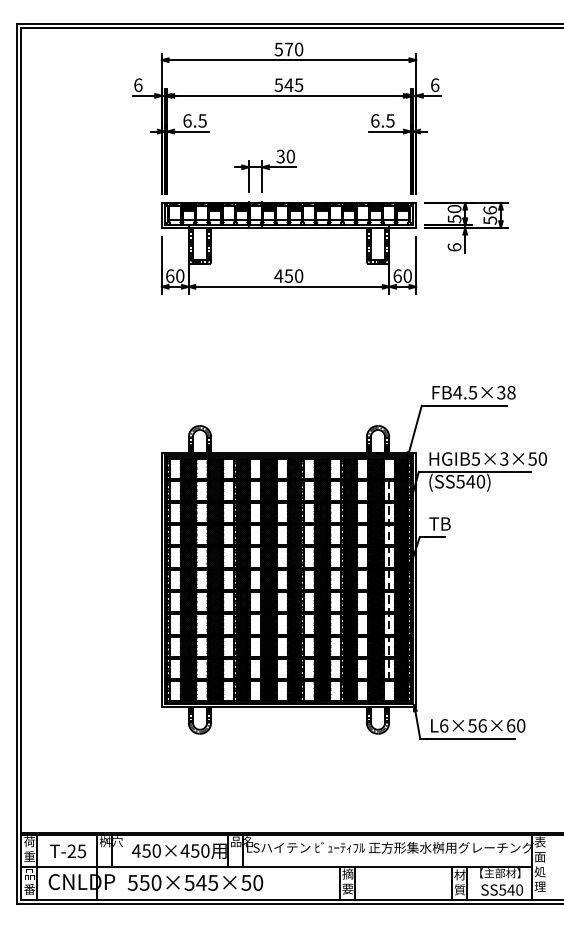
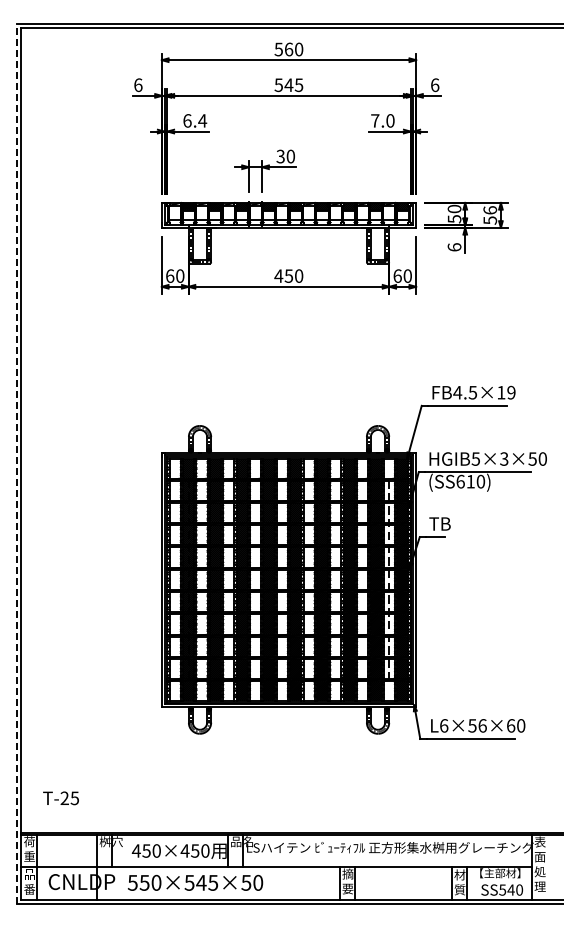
text at (288, 49): 570 -> 560
text at (202, 120): 6.5 -> 6.4
text at (382, 120): 6.5 -> 7.0
text at (506, 392): FB4.5×38 -> FB4.5×19
line at (16, 463): solid -> dashed
text at (465, 481): (SS540) -> (SS610)
text at (67, 851) position: (67, 851) -> (60, 798)
